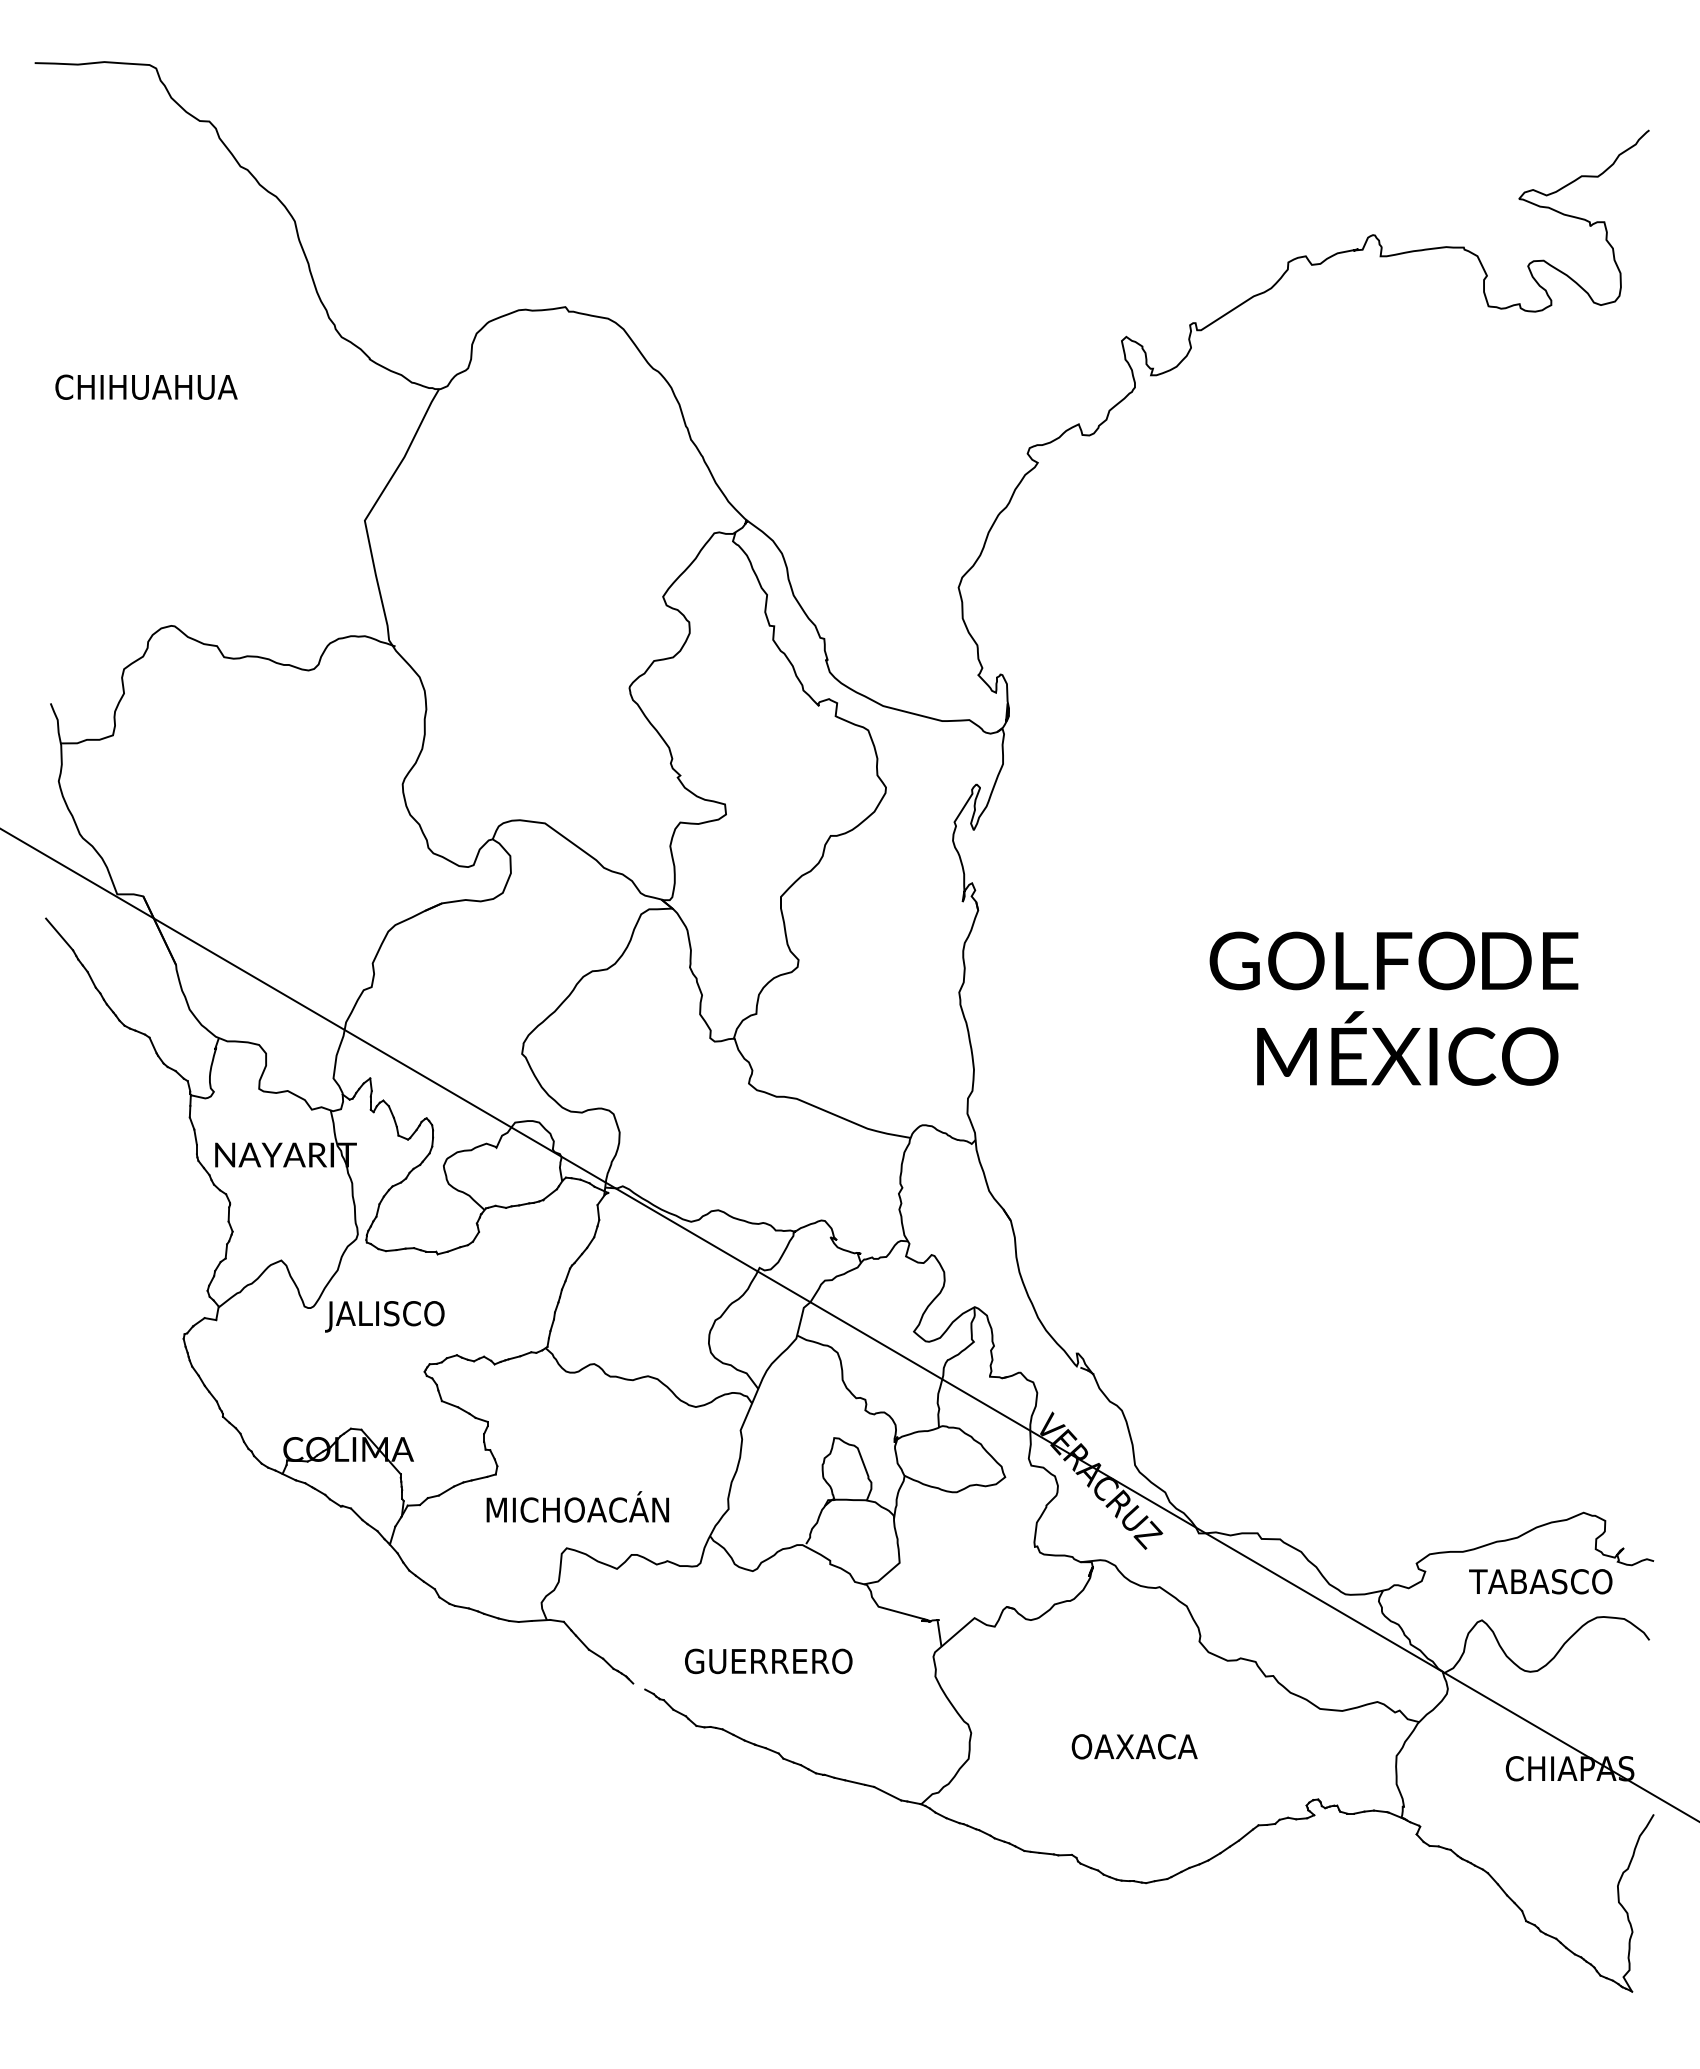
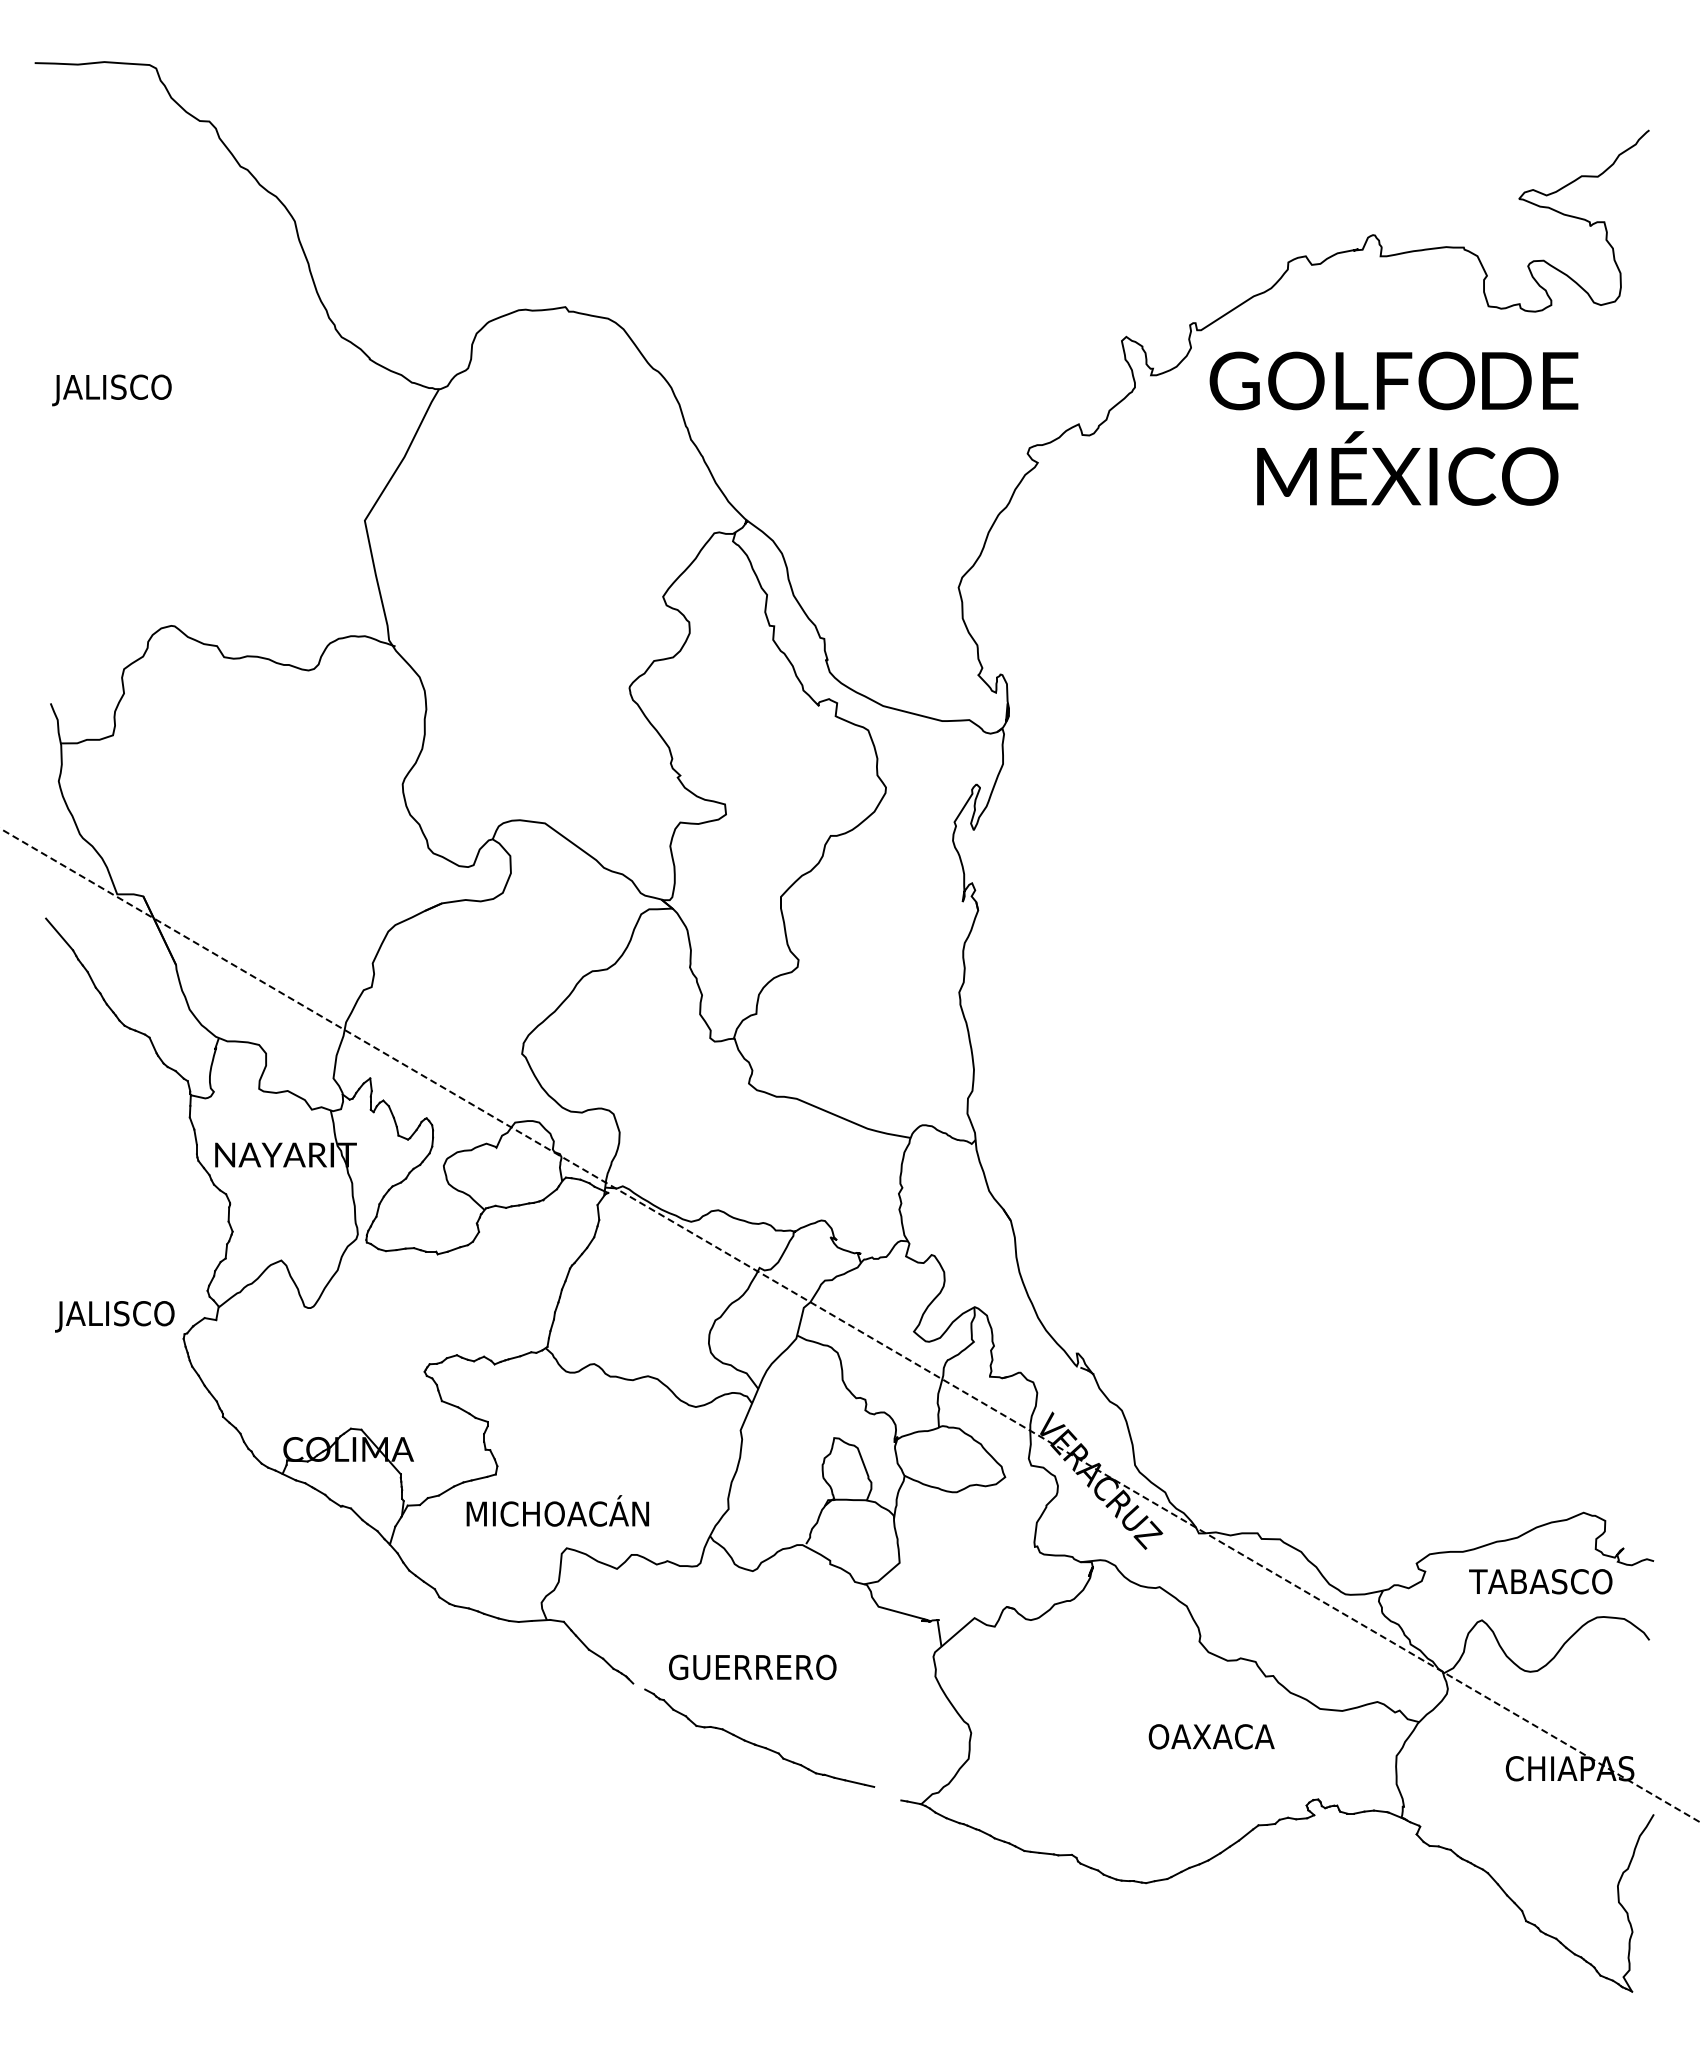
text at (144, 390): CHIHUAHUA -> JALISCO
text at (1393, 1008) position: (1393, 1008) -> (1393, 428)
text at (384, 1316) position: (384, 1316) -> (114, 1316)
line at (849, 1325): solid -> dashed
text at (577, 1506) position: (577, 1506) -> (557, 1510)
text at (768, 1661) position: (768, 1661) -> (752, 1667)
text at (1134, 1746) position: (1134, 1746) -> (1211, 1736)
line at (887, 1793): present -> none
